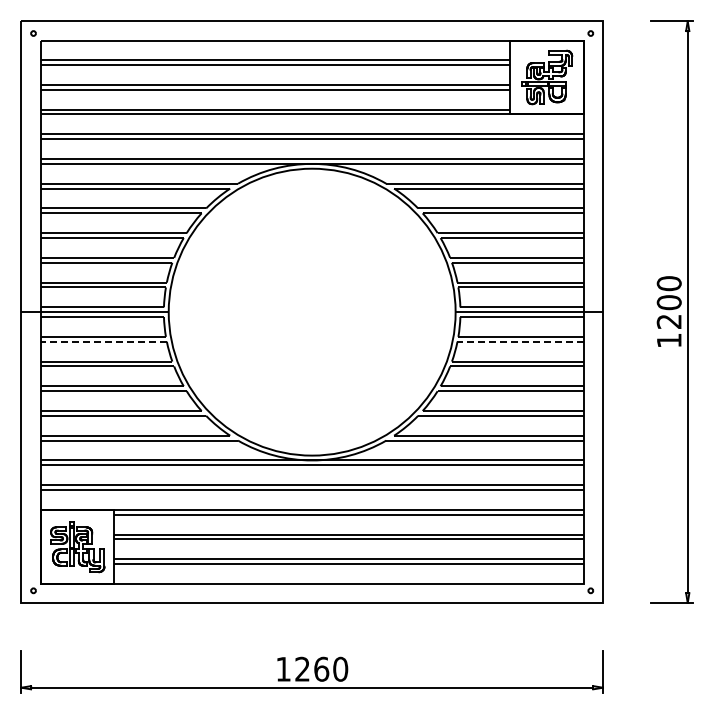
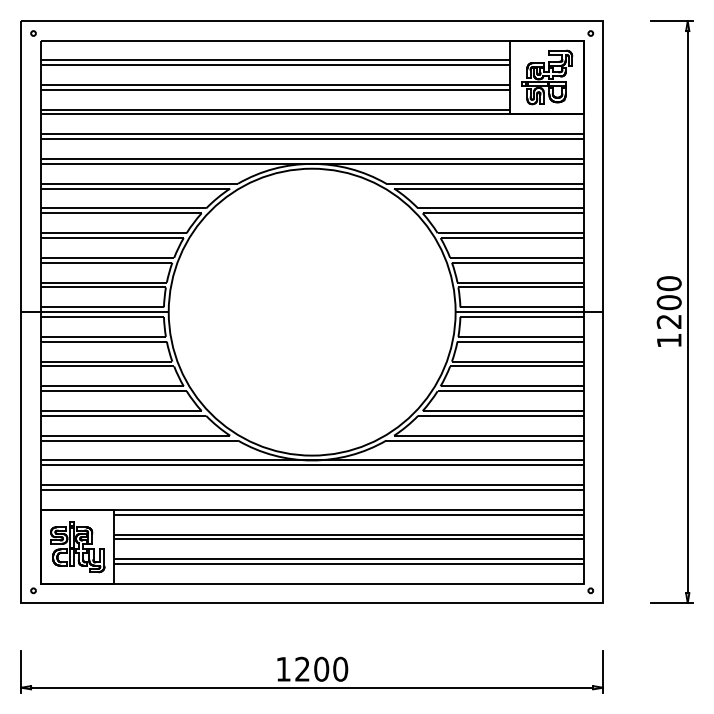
line at (103, 341): dashed -> solid
line at (520, 341): dashed -> solid
text at (321, 668): 1260 -> 1200
